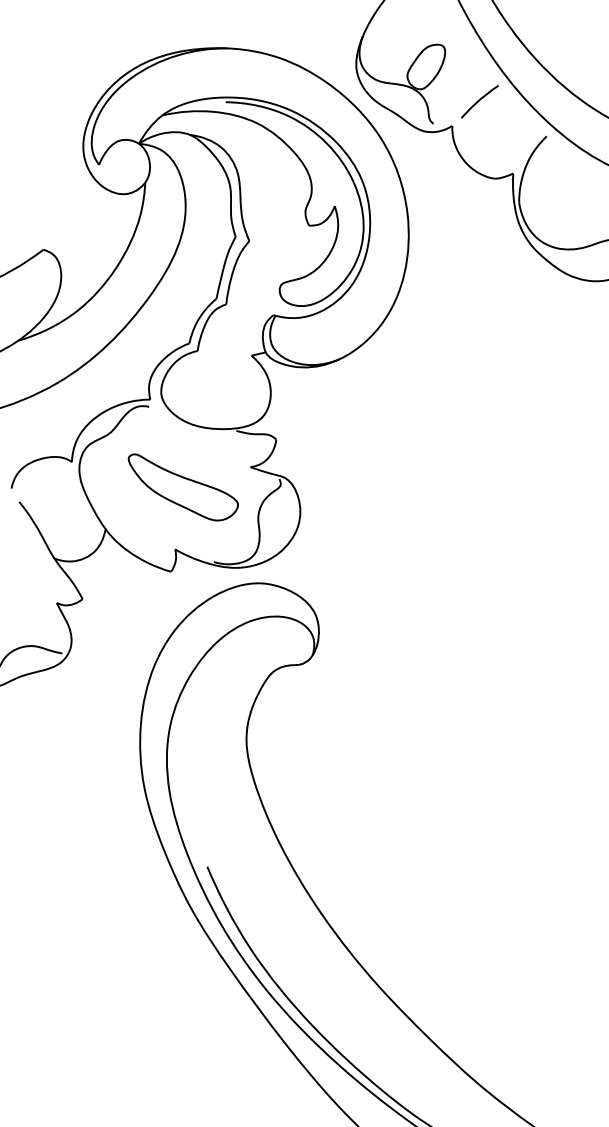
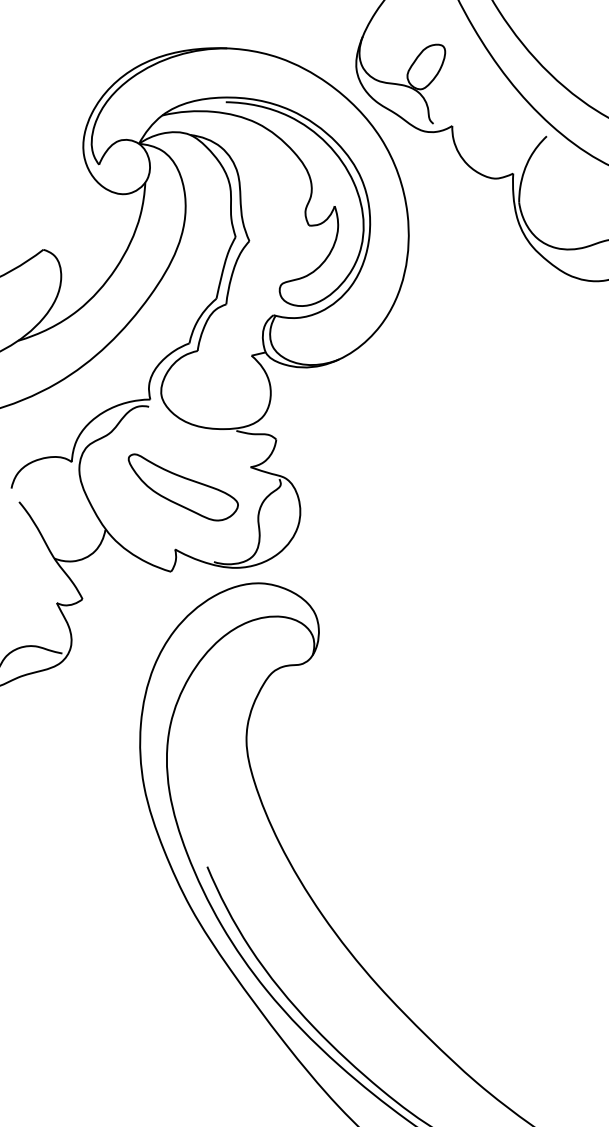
curve at (479, 101): present -> none
